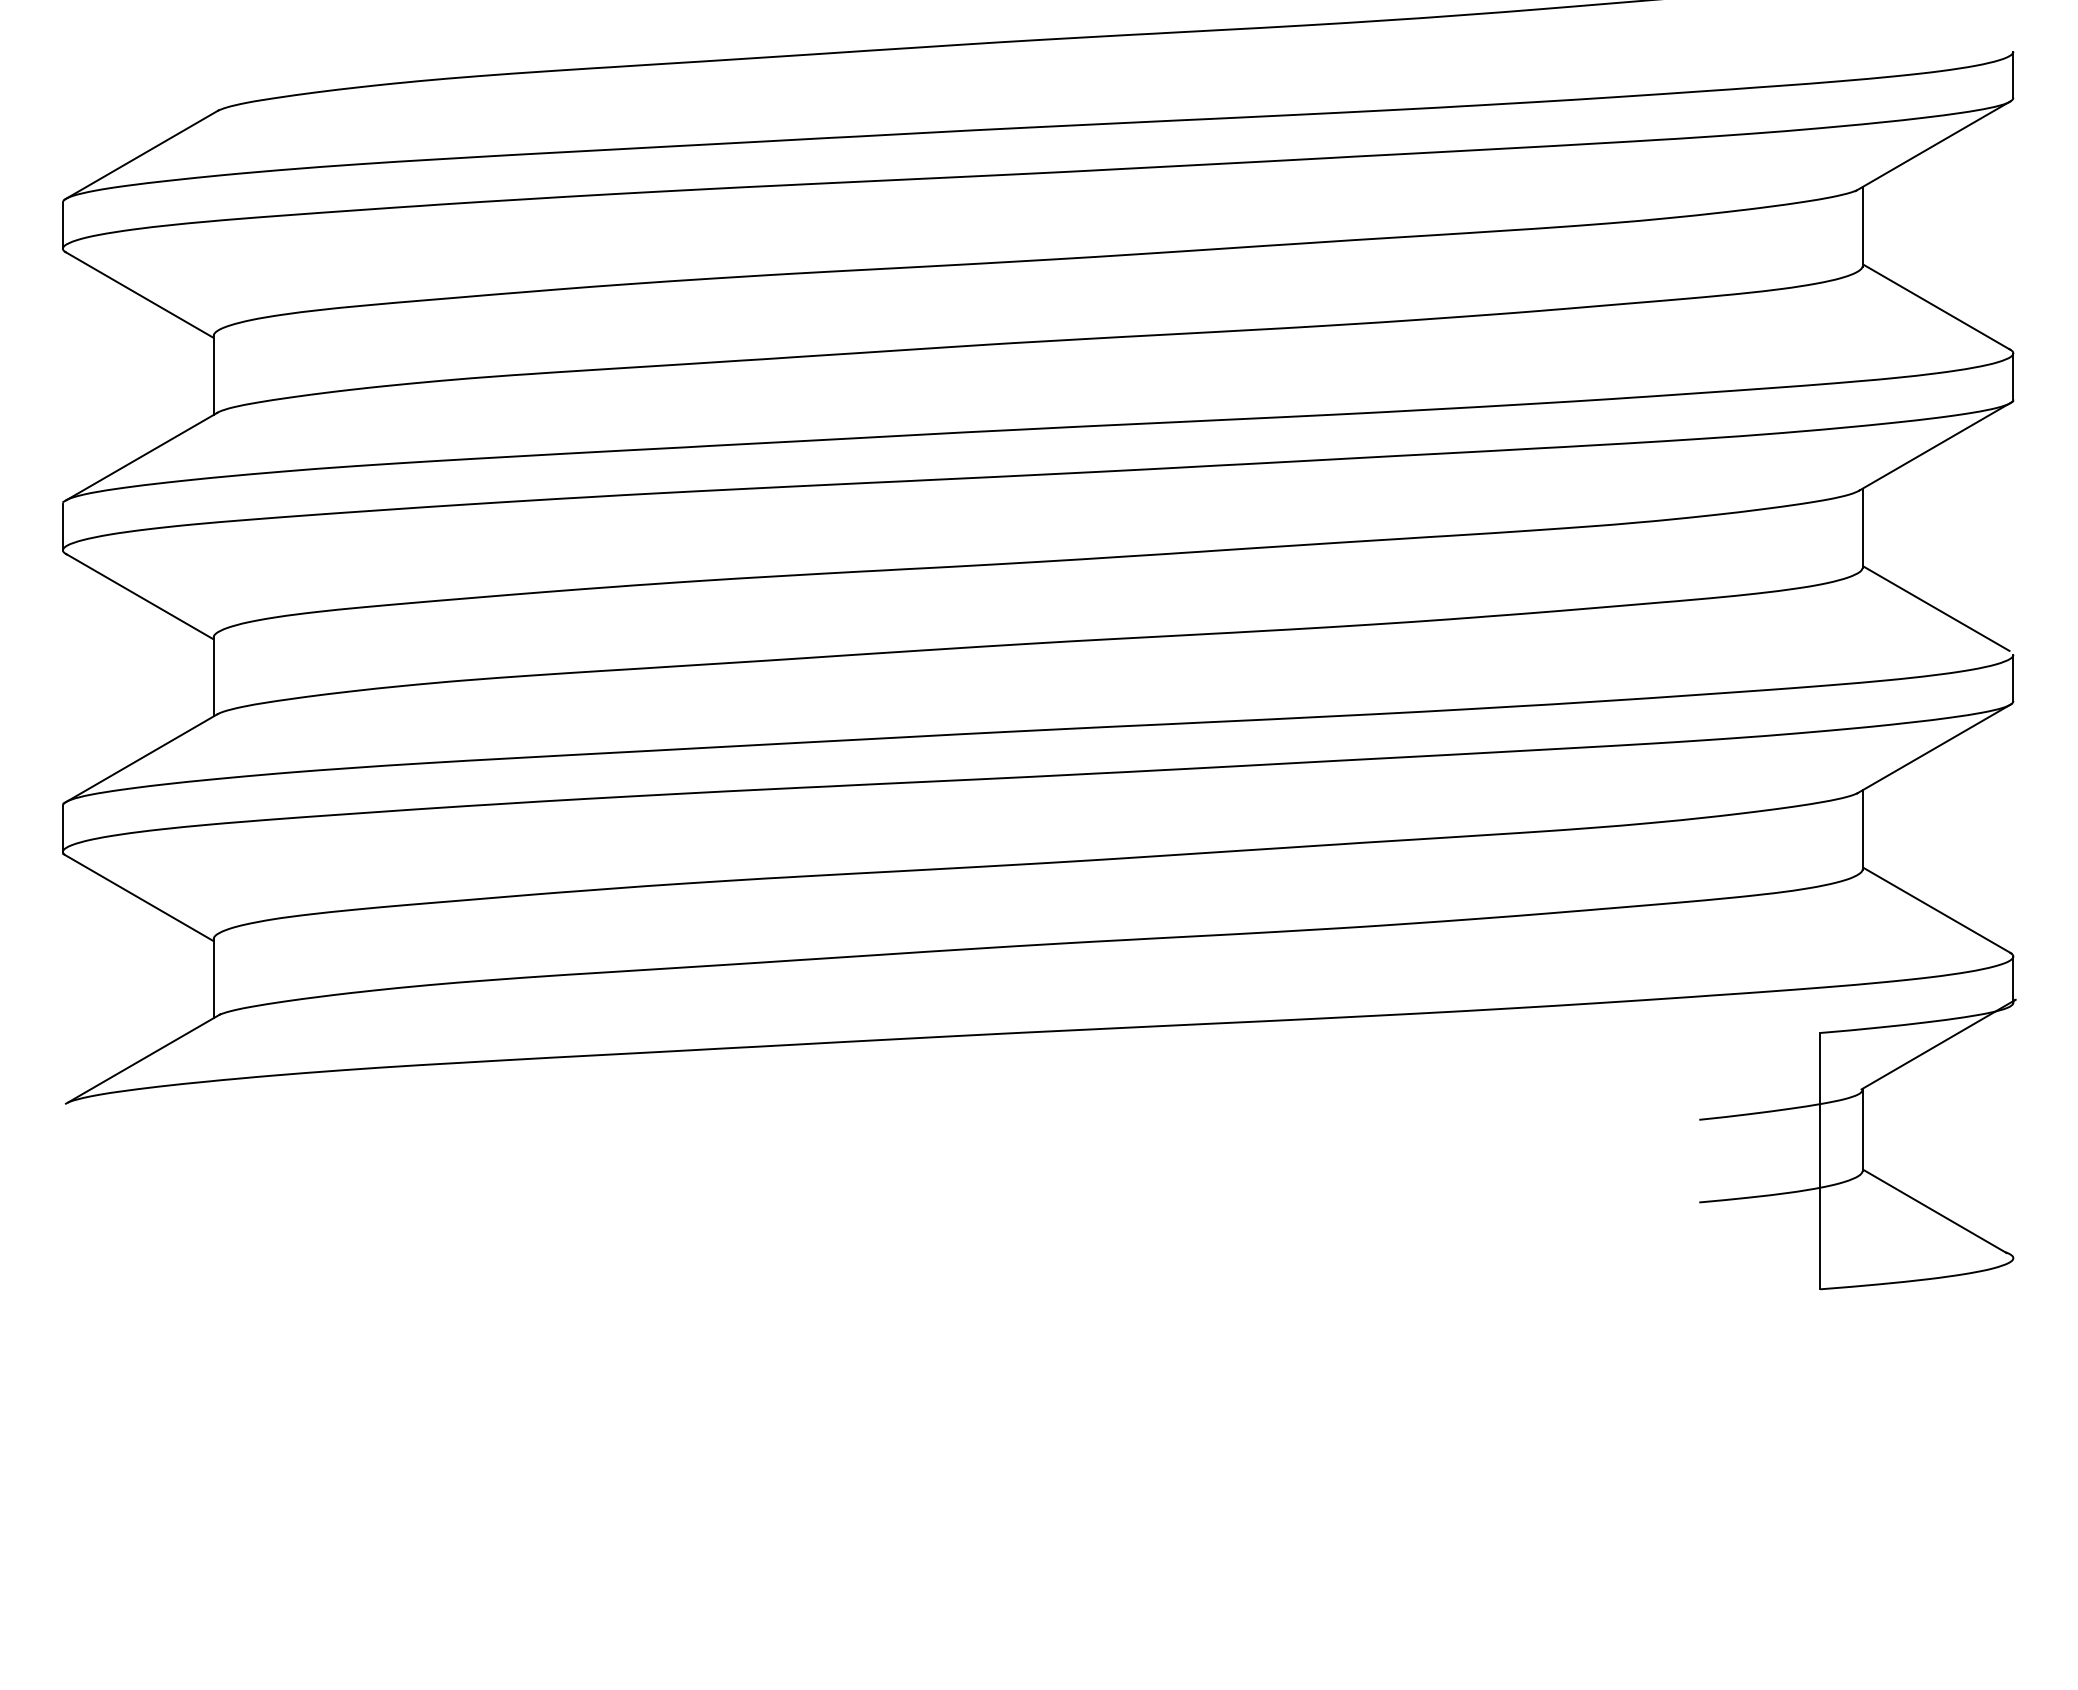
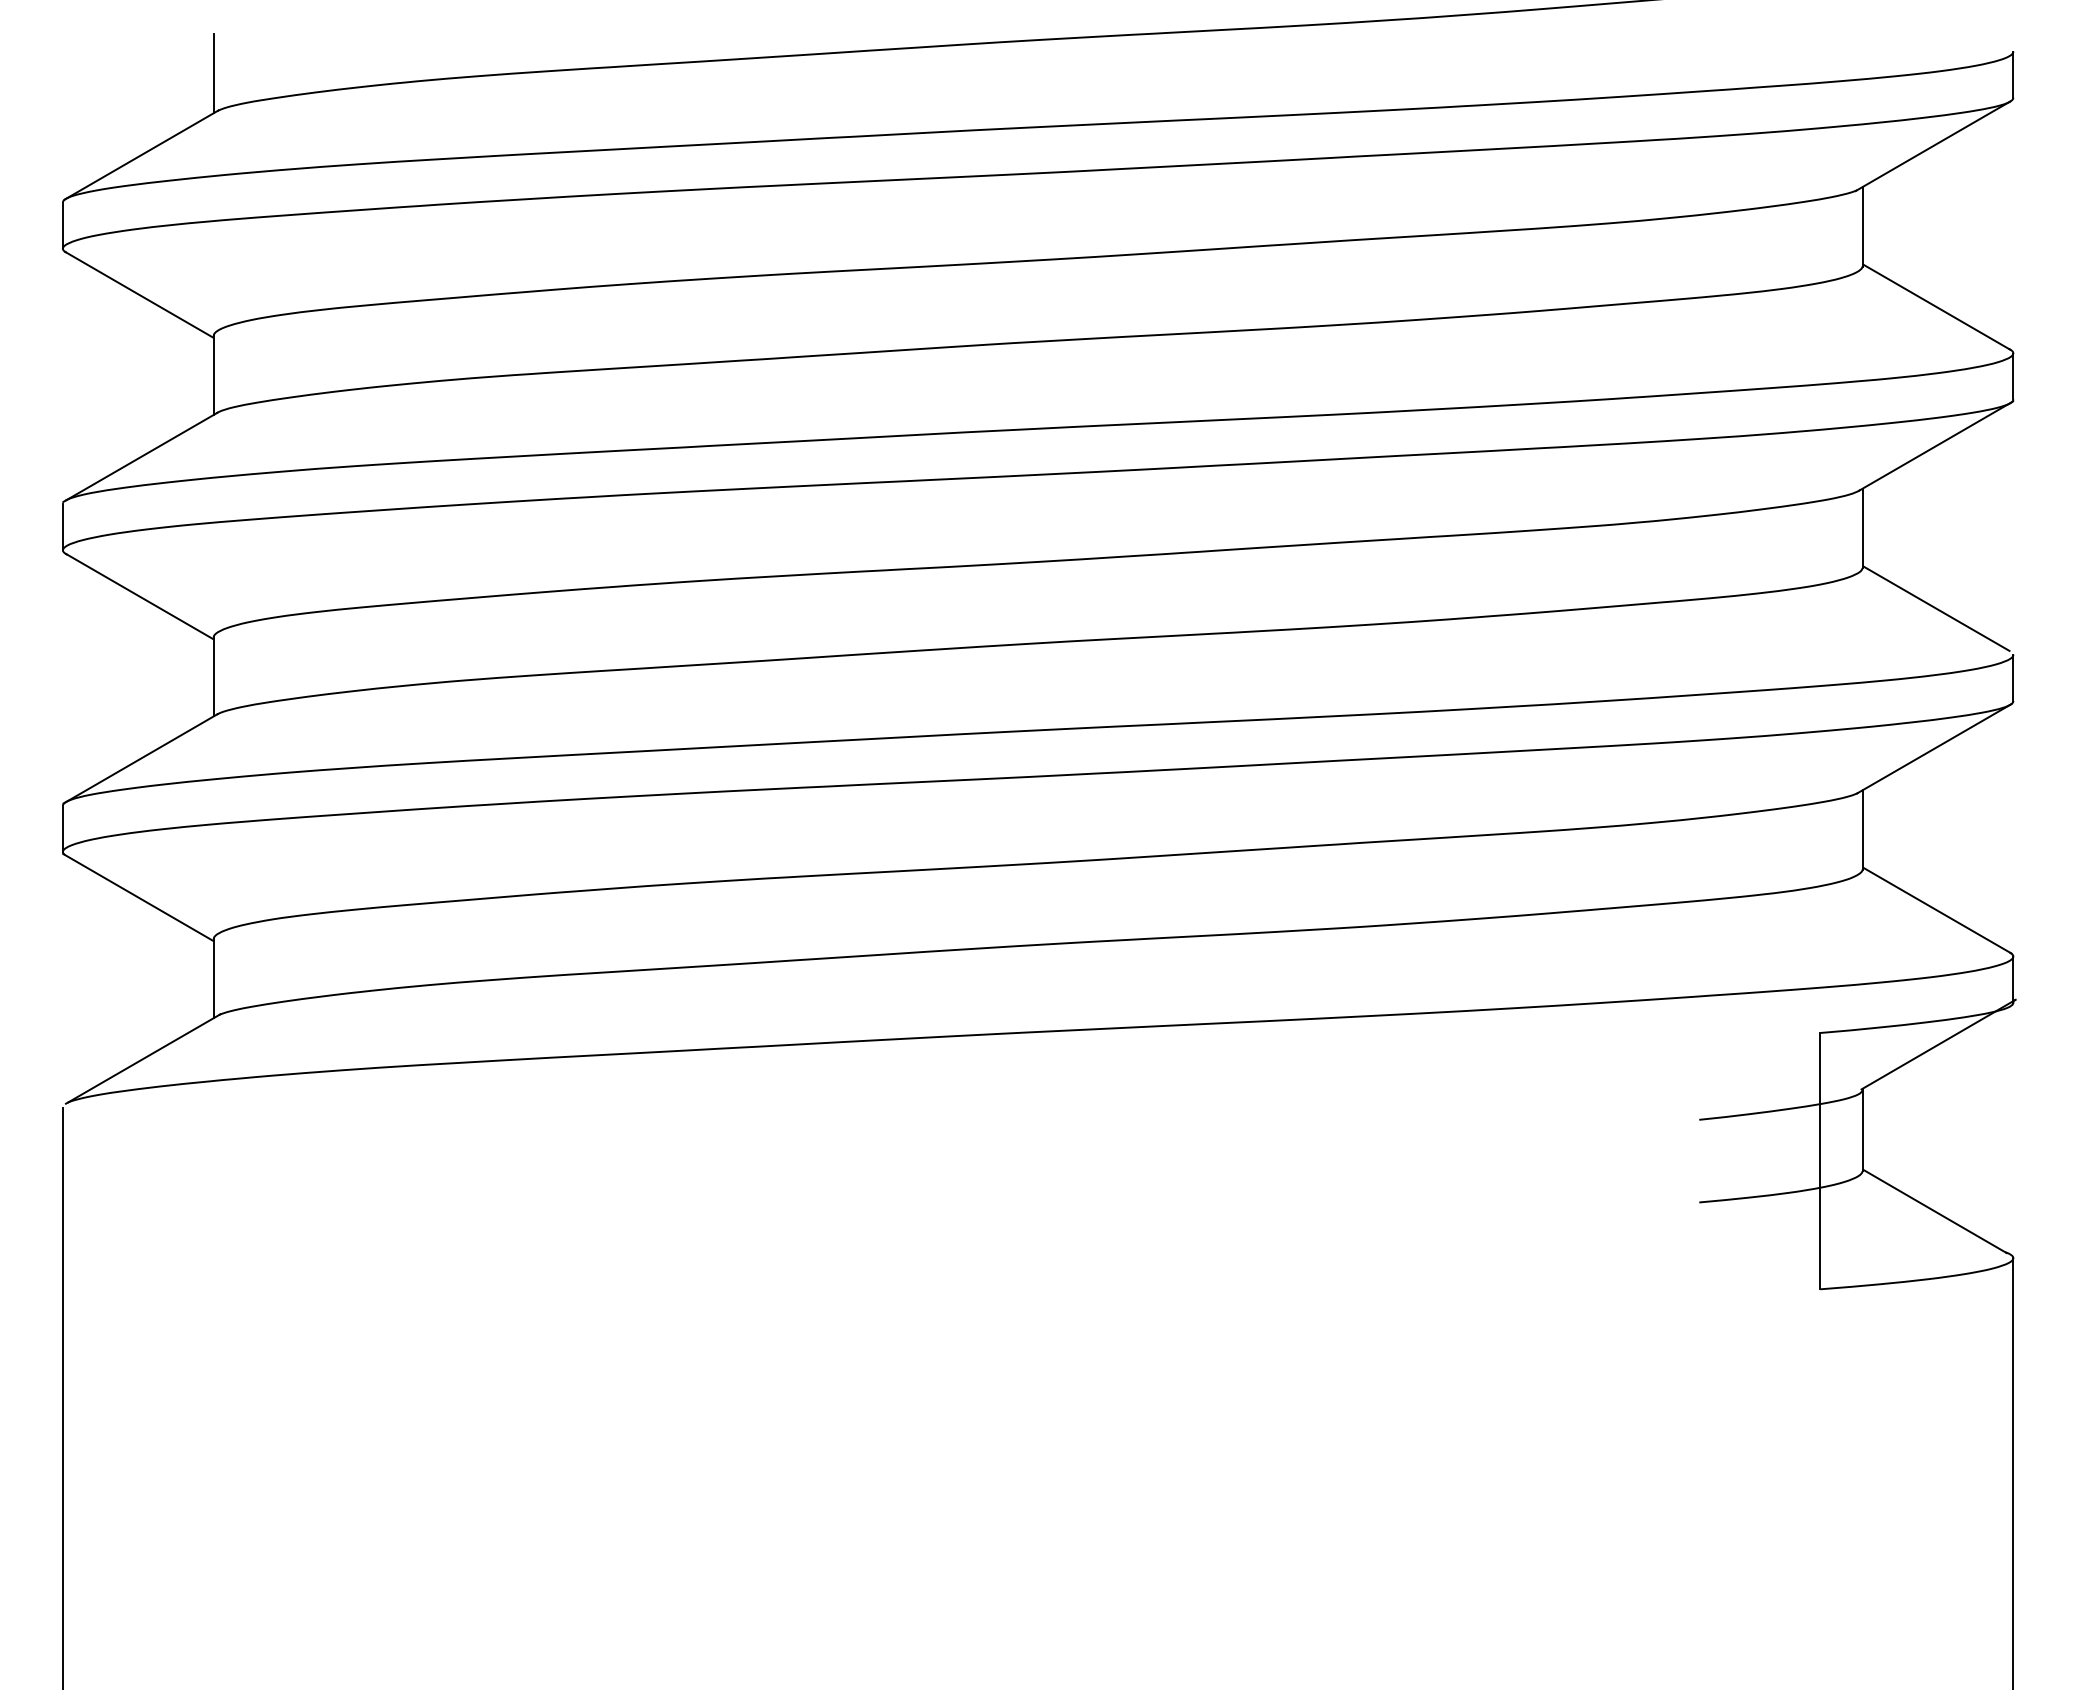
line at (213, 73): none -> present
line at (62, 1396): none -> present
line at (2013, 1472): none -> present
